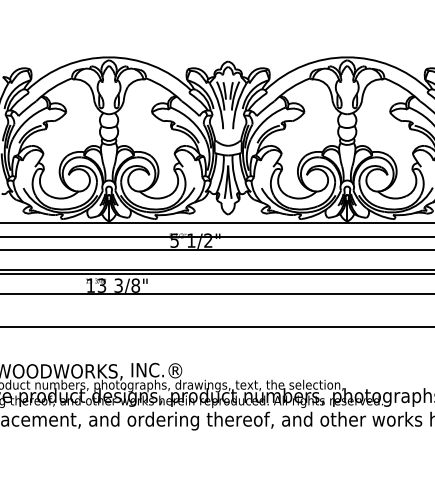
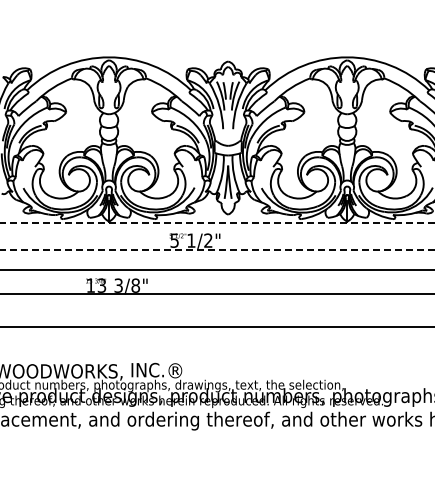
line at (217, 223): solid -> dashed
line at (216, 237): present -> none
line at (217, 250): solid -> dashed
line at (216, 273): present -> none
